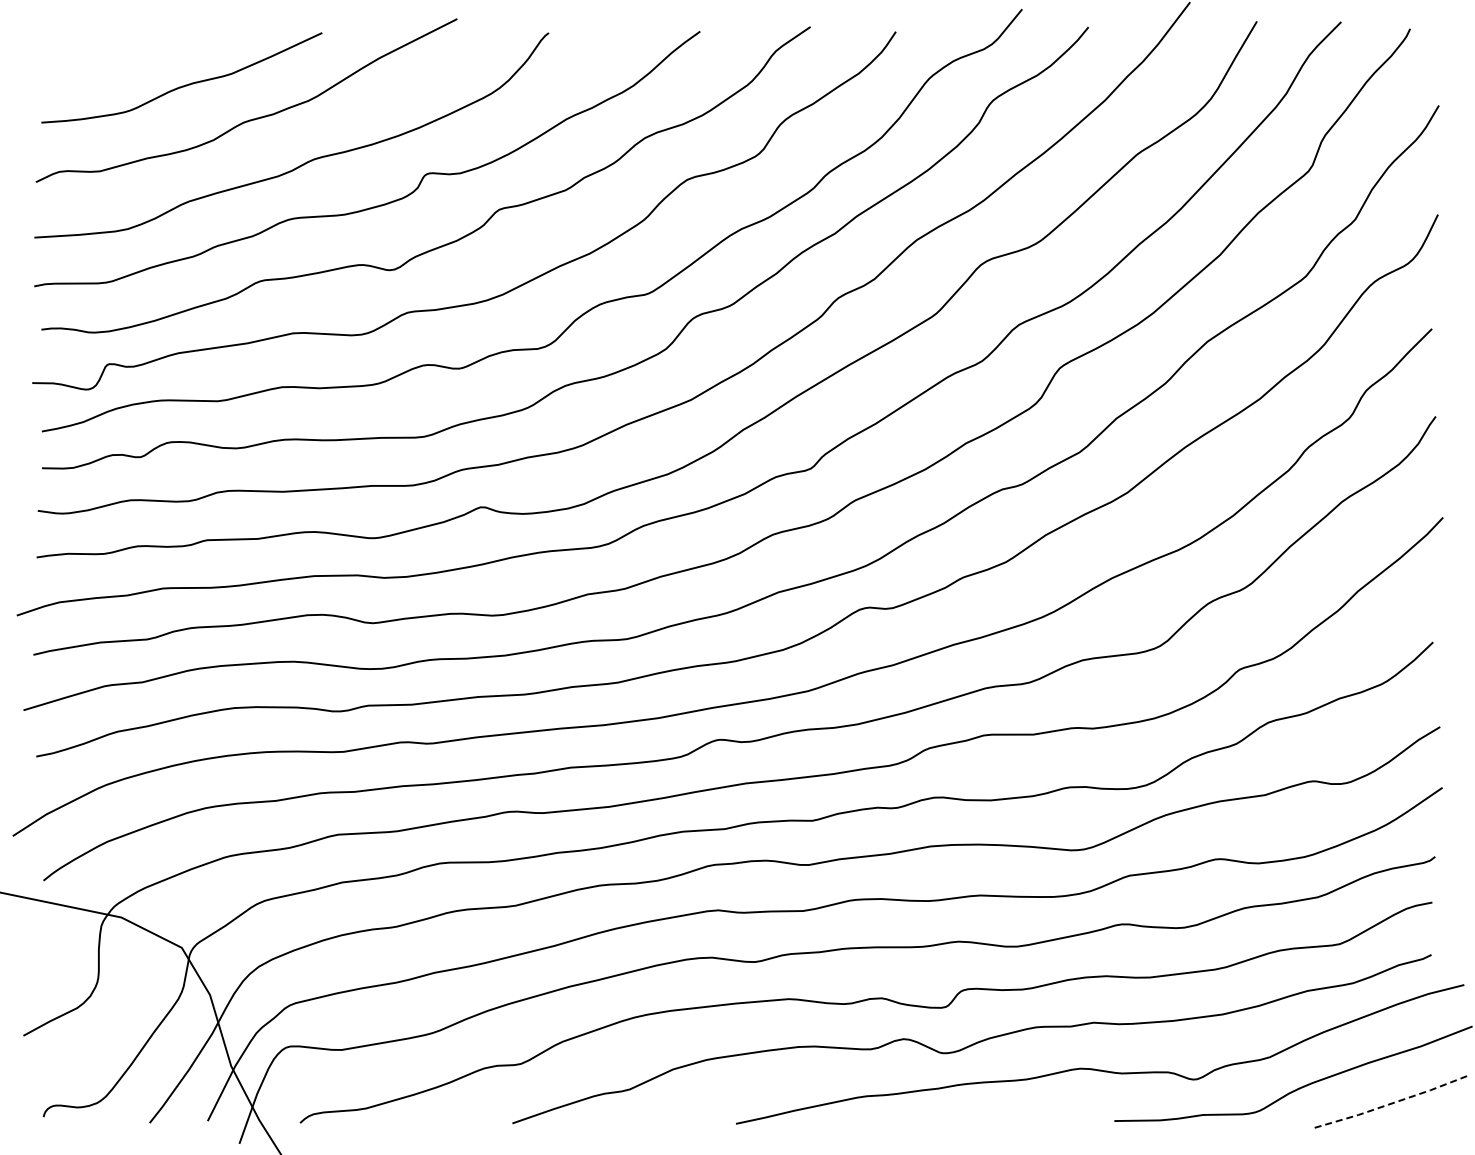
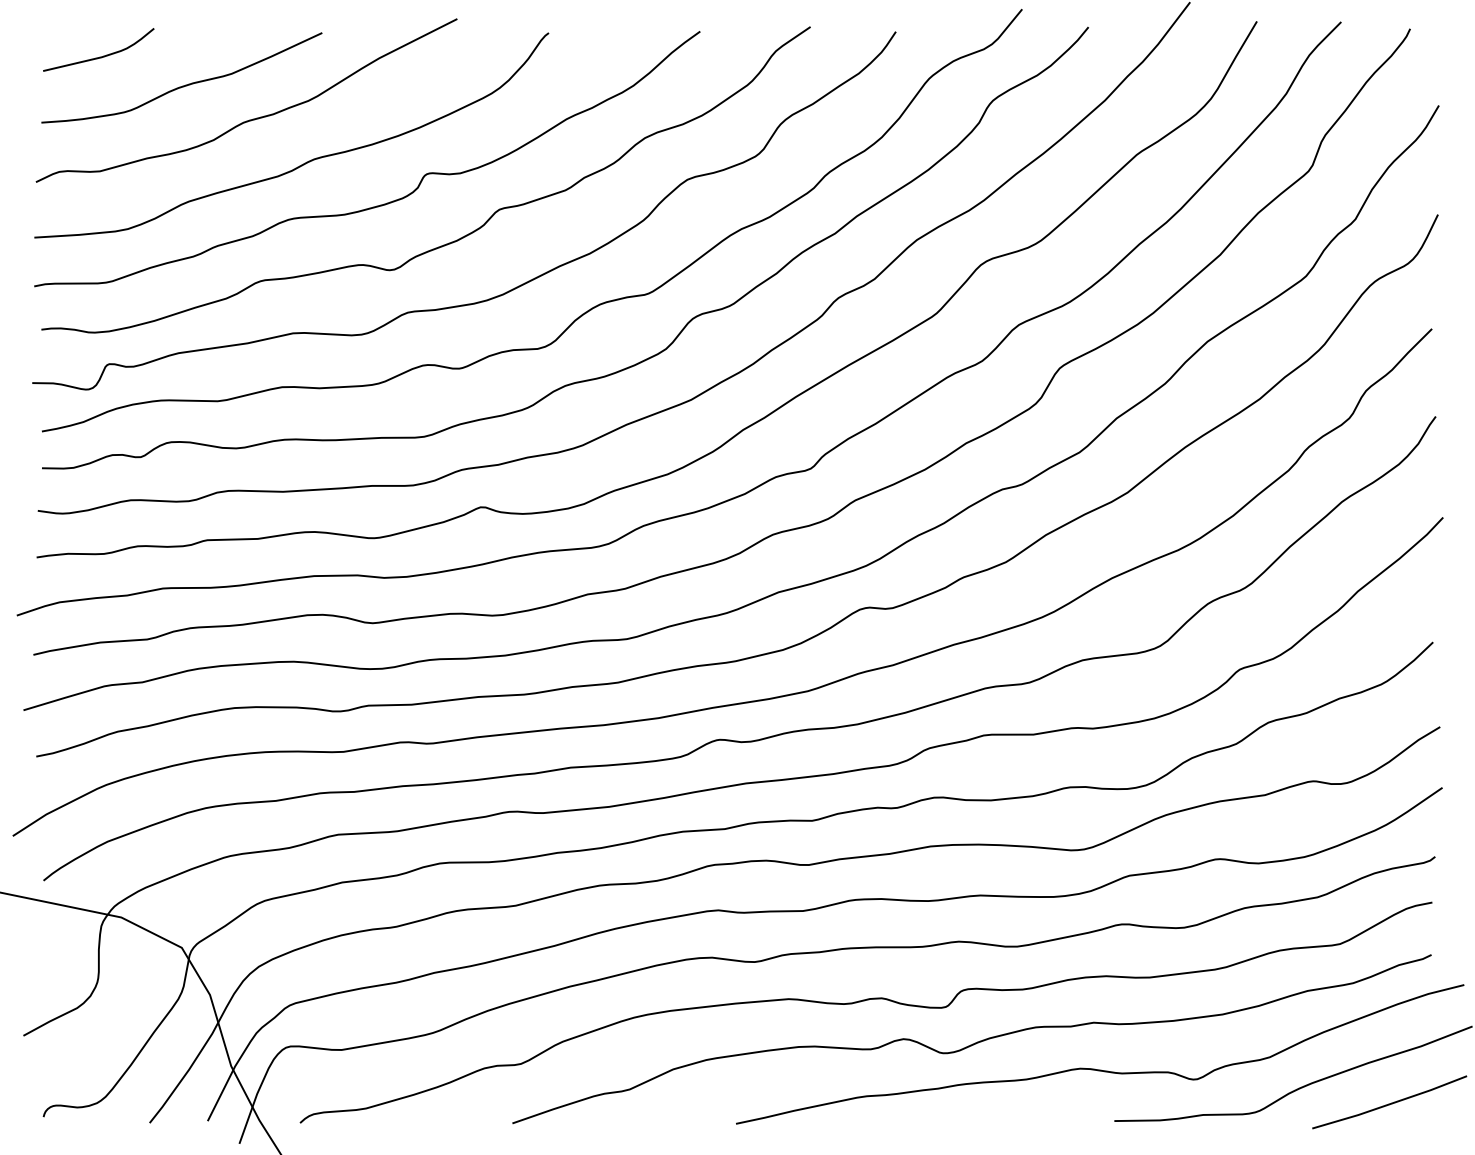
curve at (99, 56): none -> present
line at (1389, 1104): dashed -> solid
